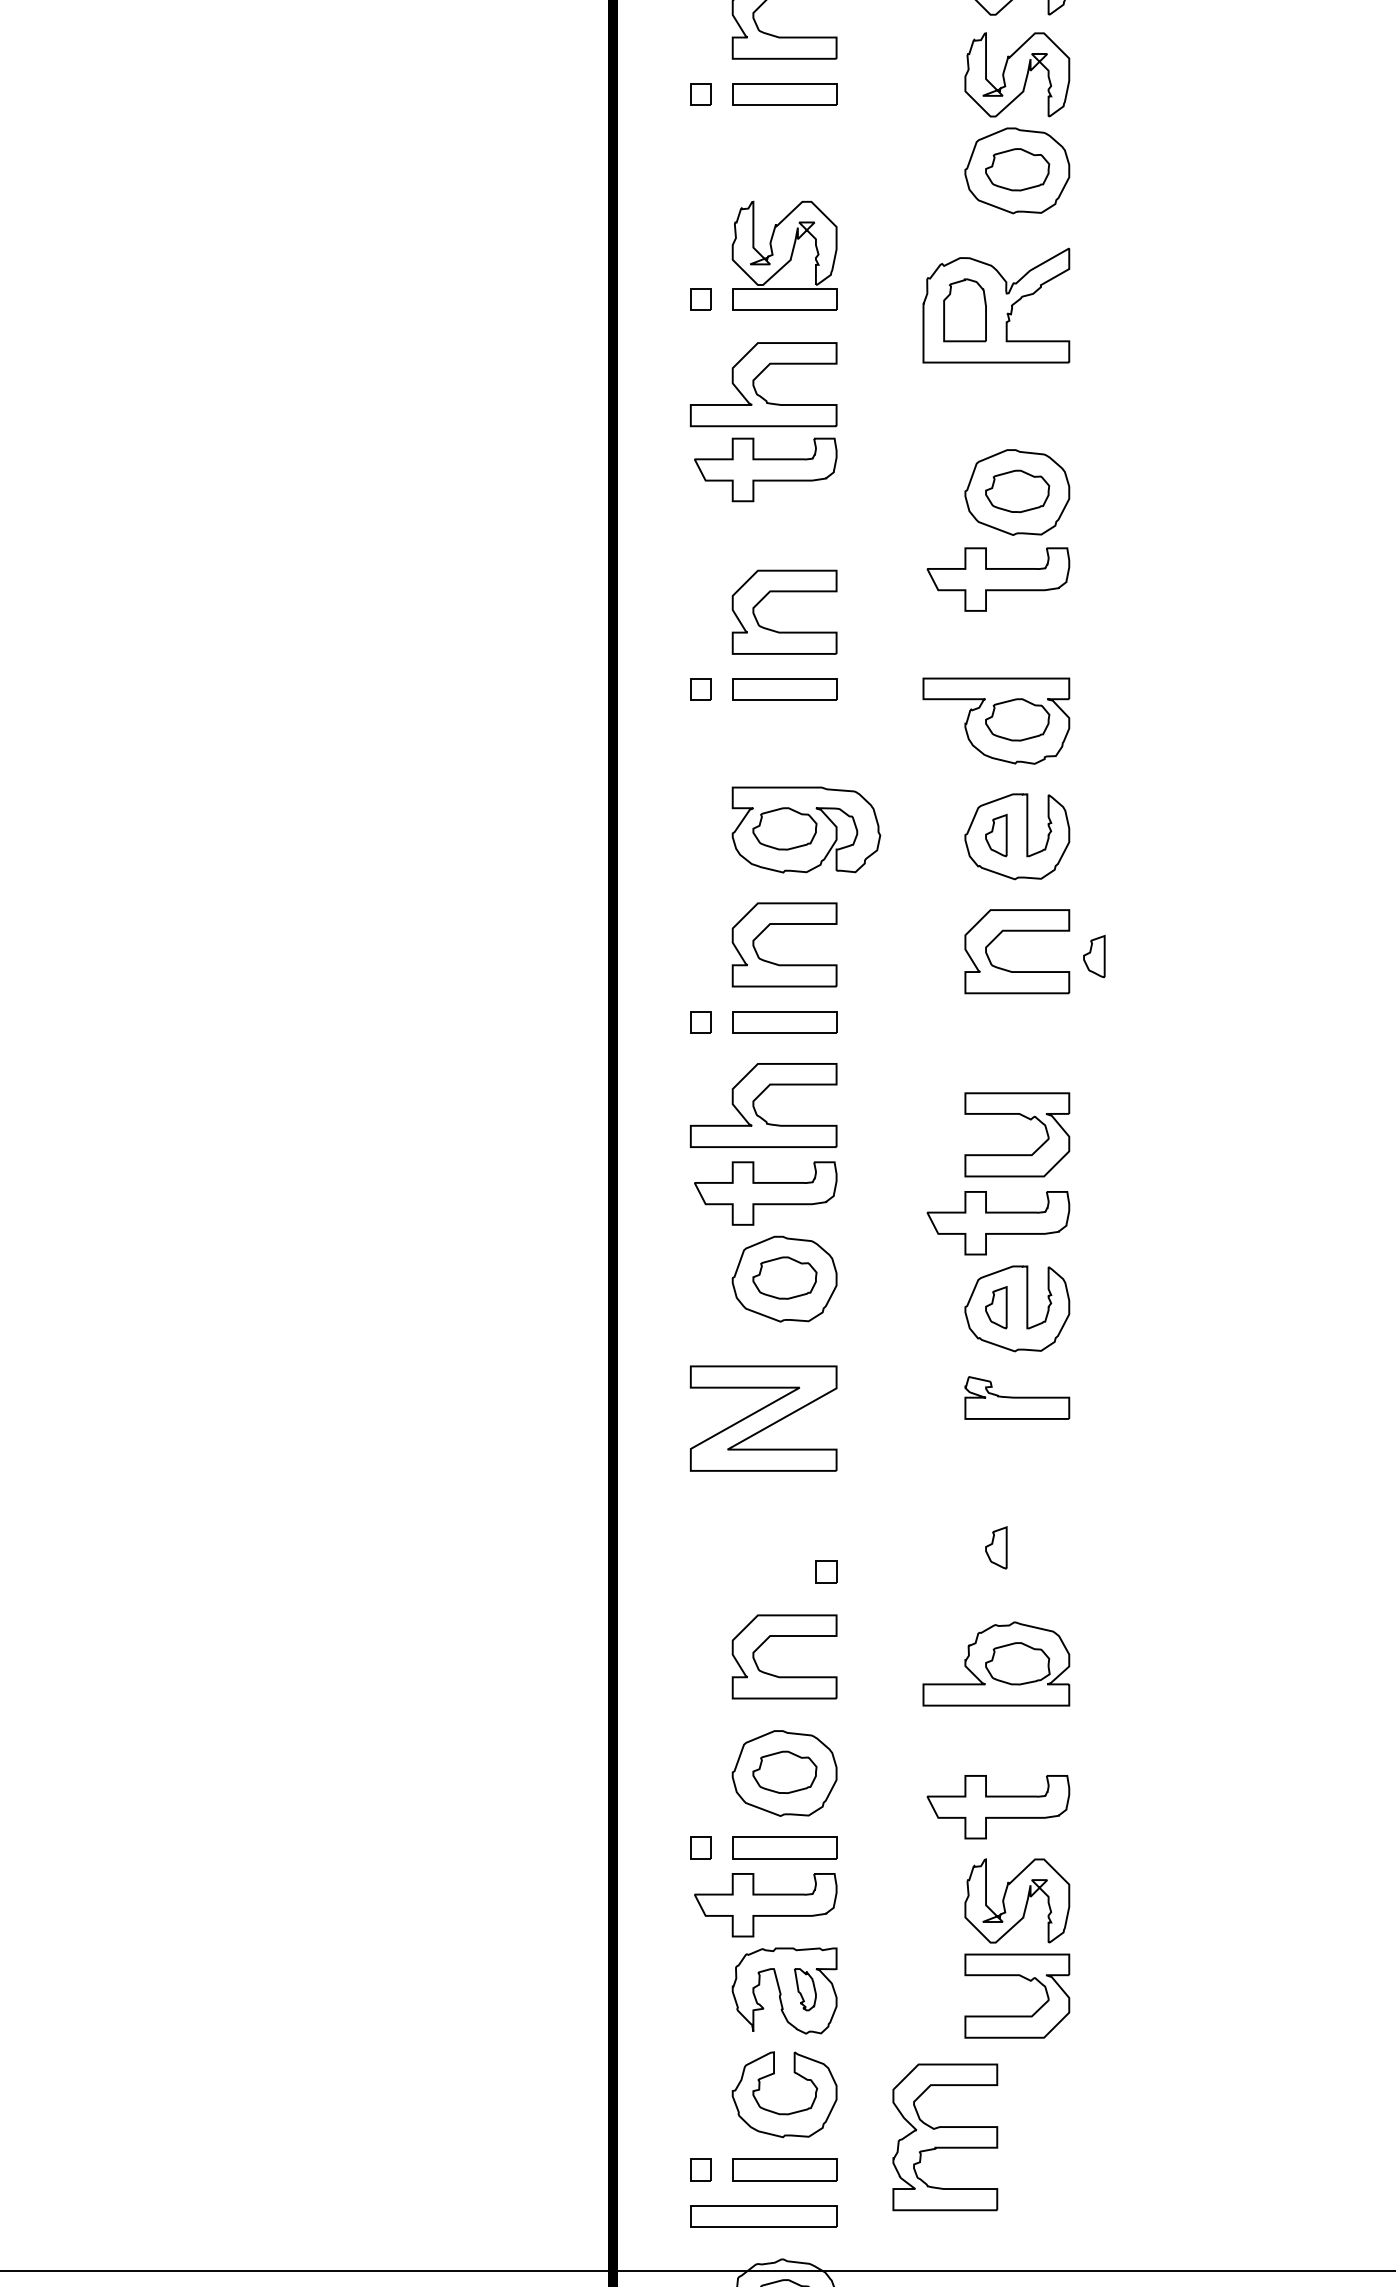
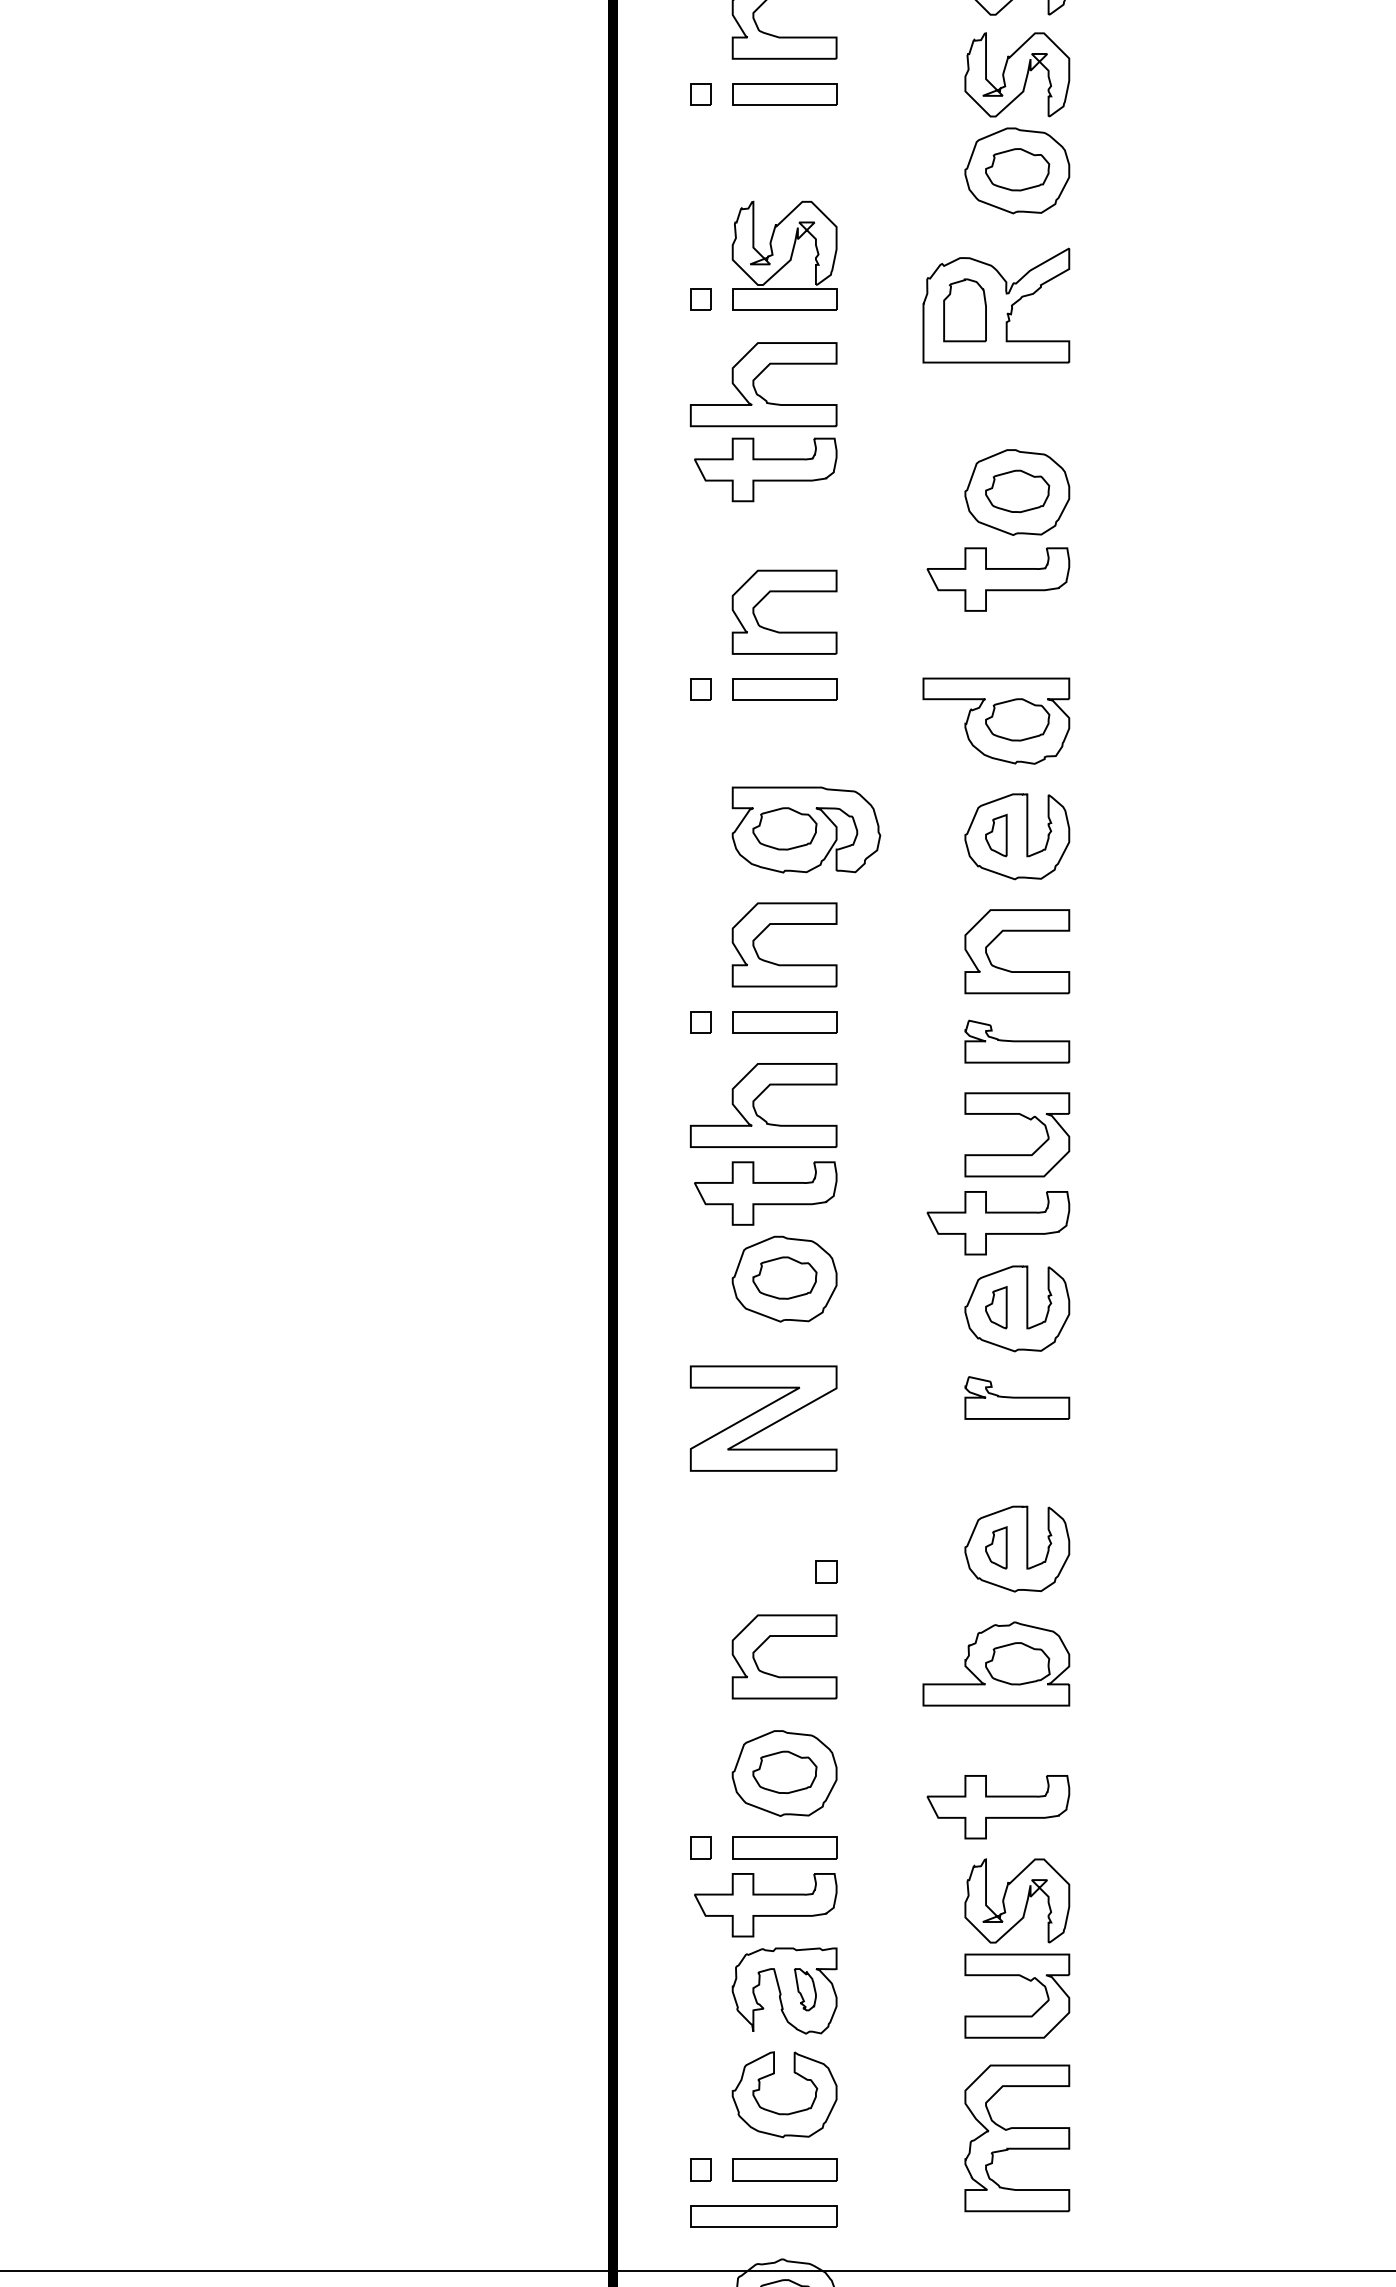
part at (1094, 956): present -> none
part at (1017, 1041): none -> present
part at (1017, 1548): none -> present
part at (945, 2137) position: (945, 2137) -> (1017, 2138)
